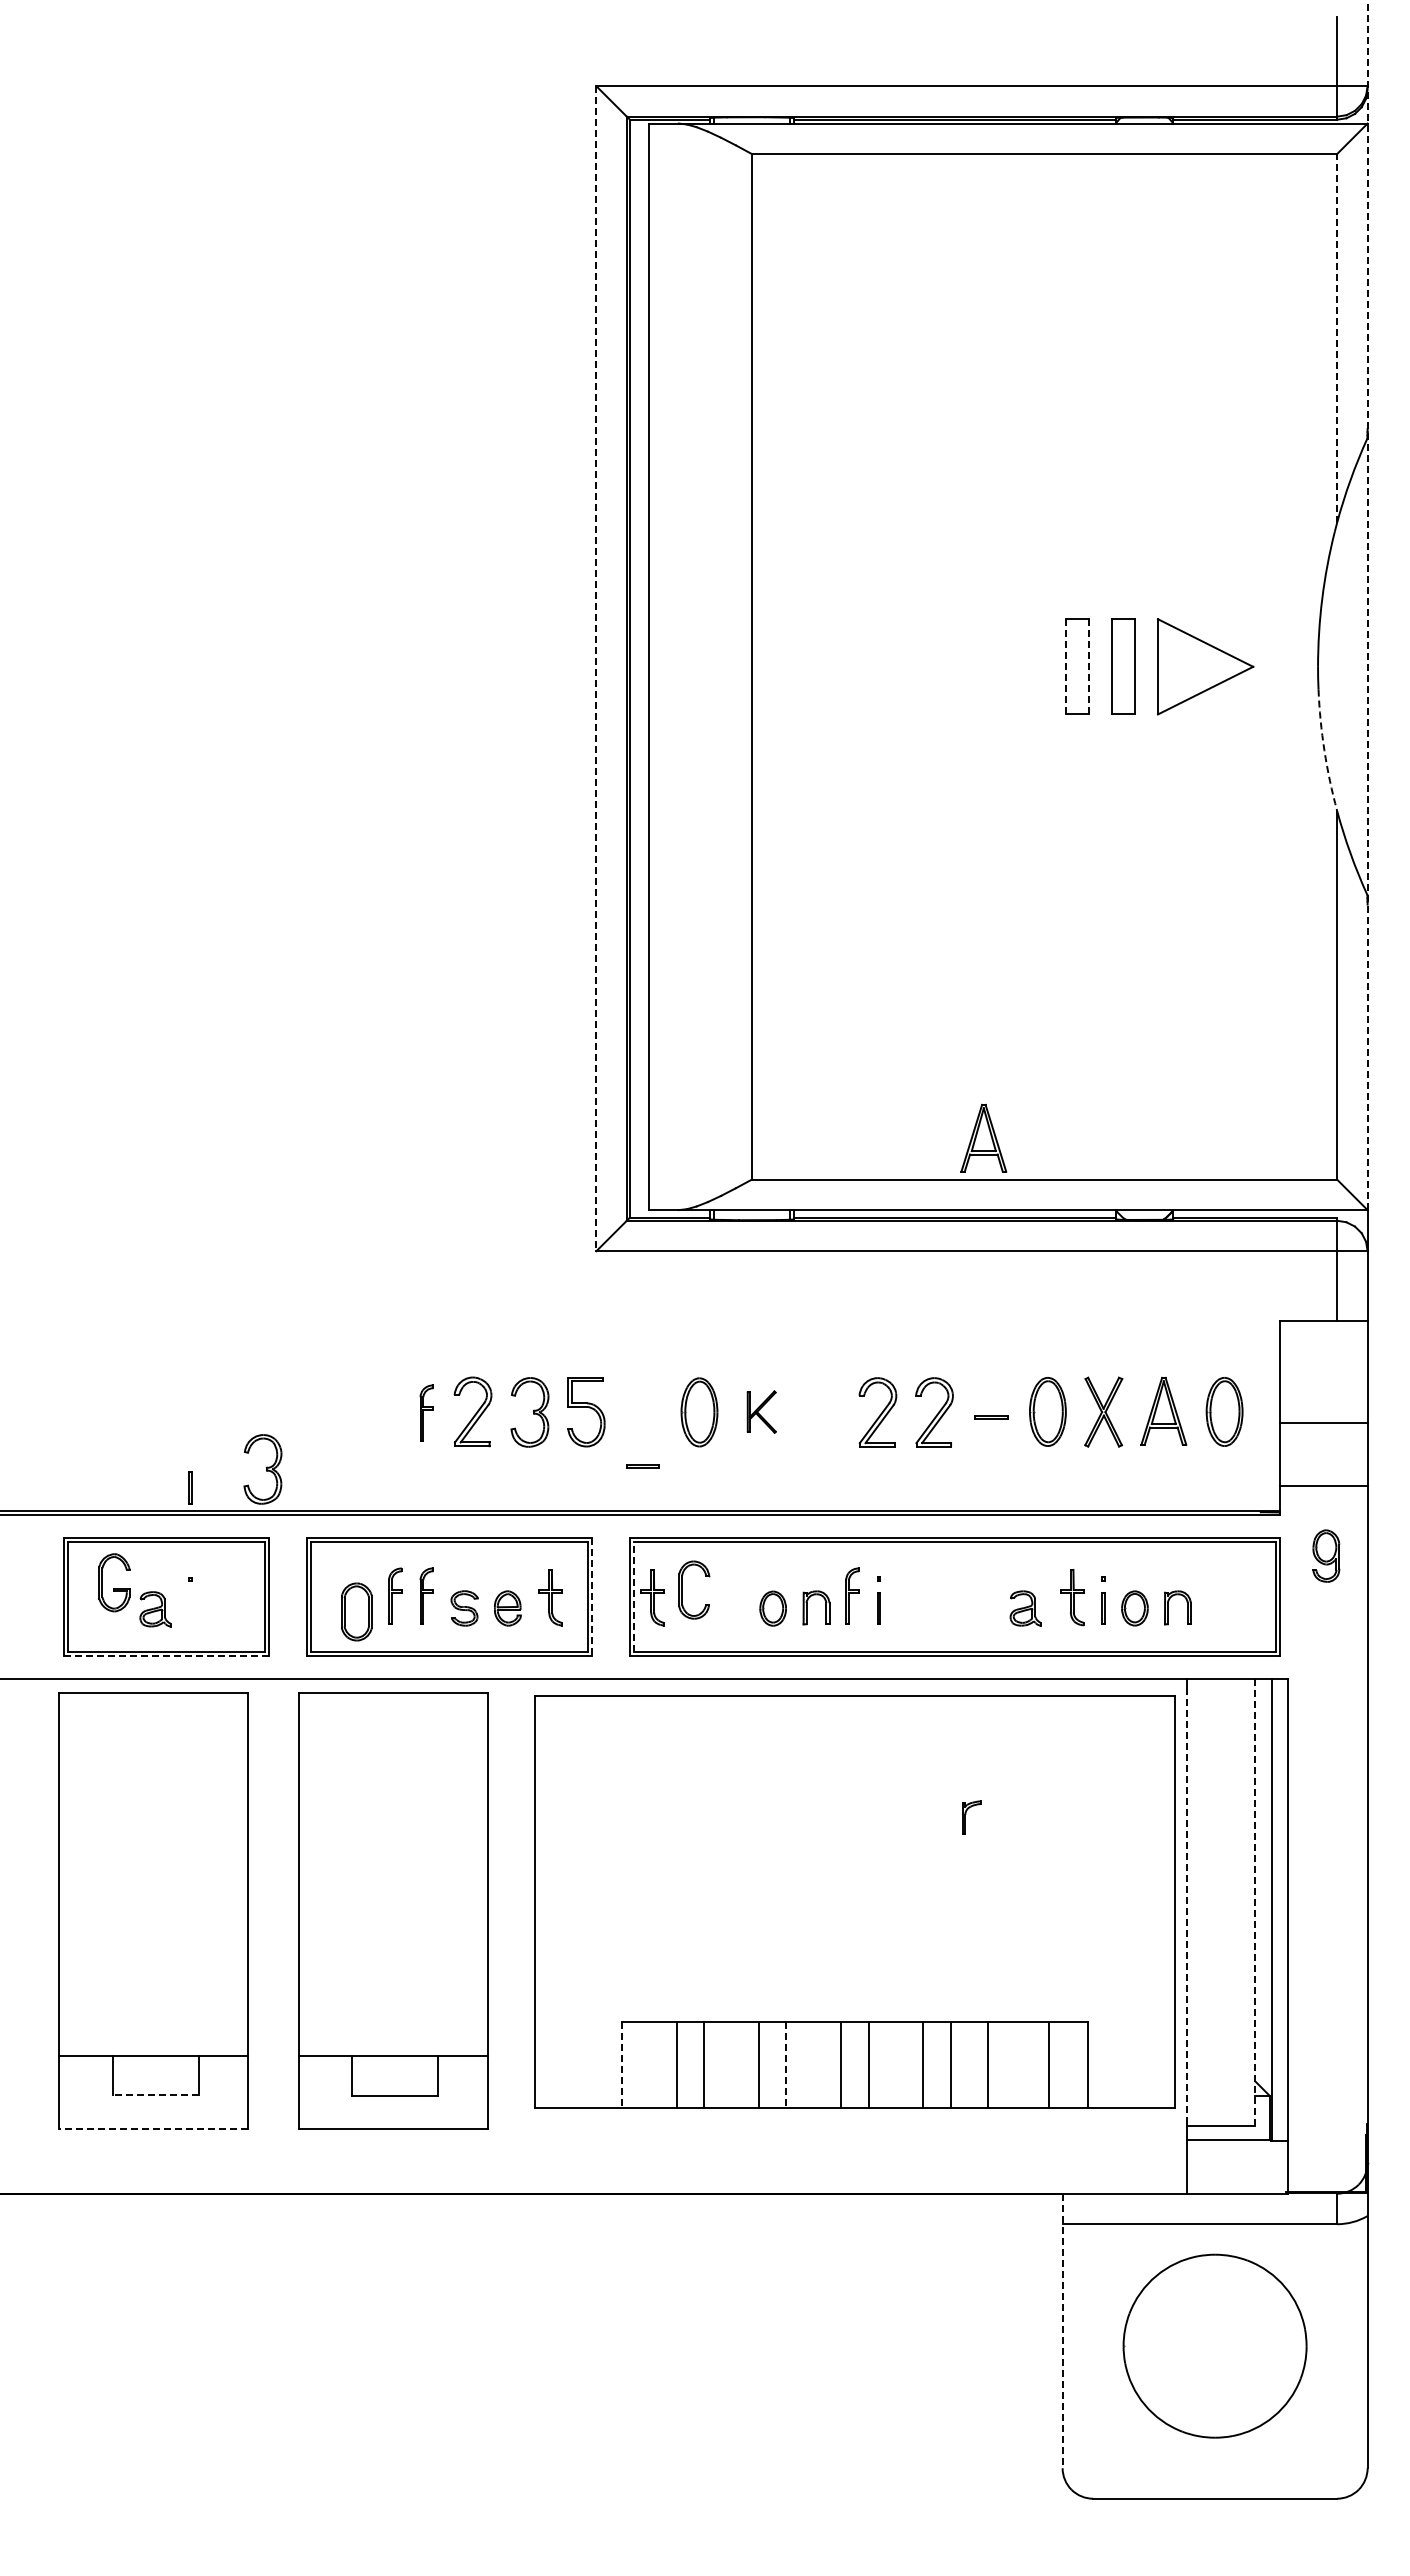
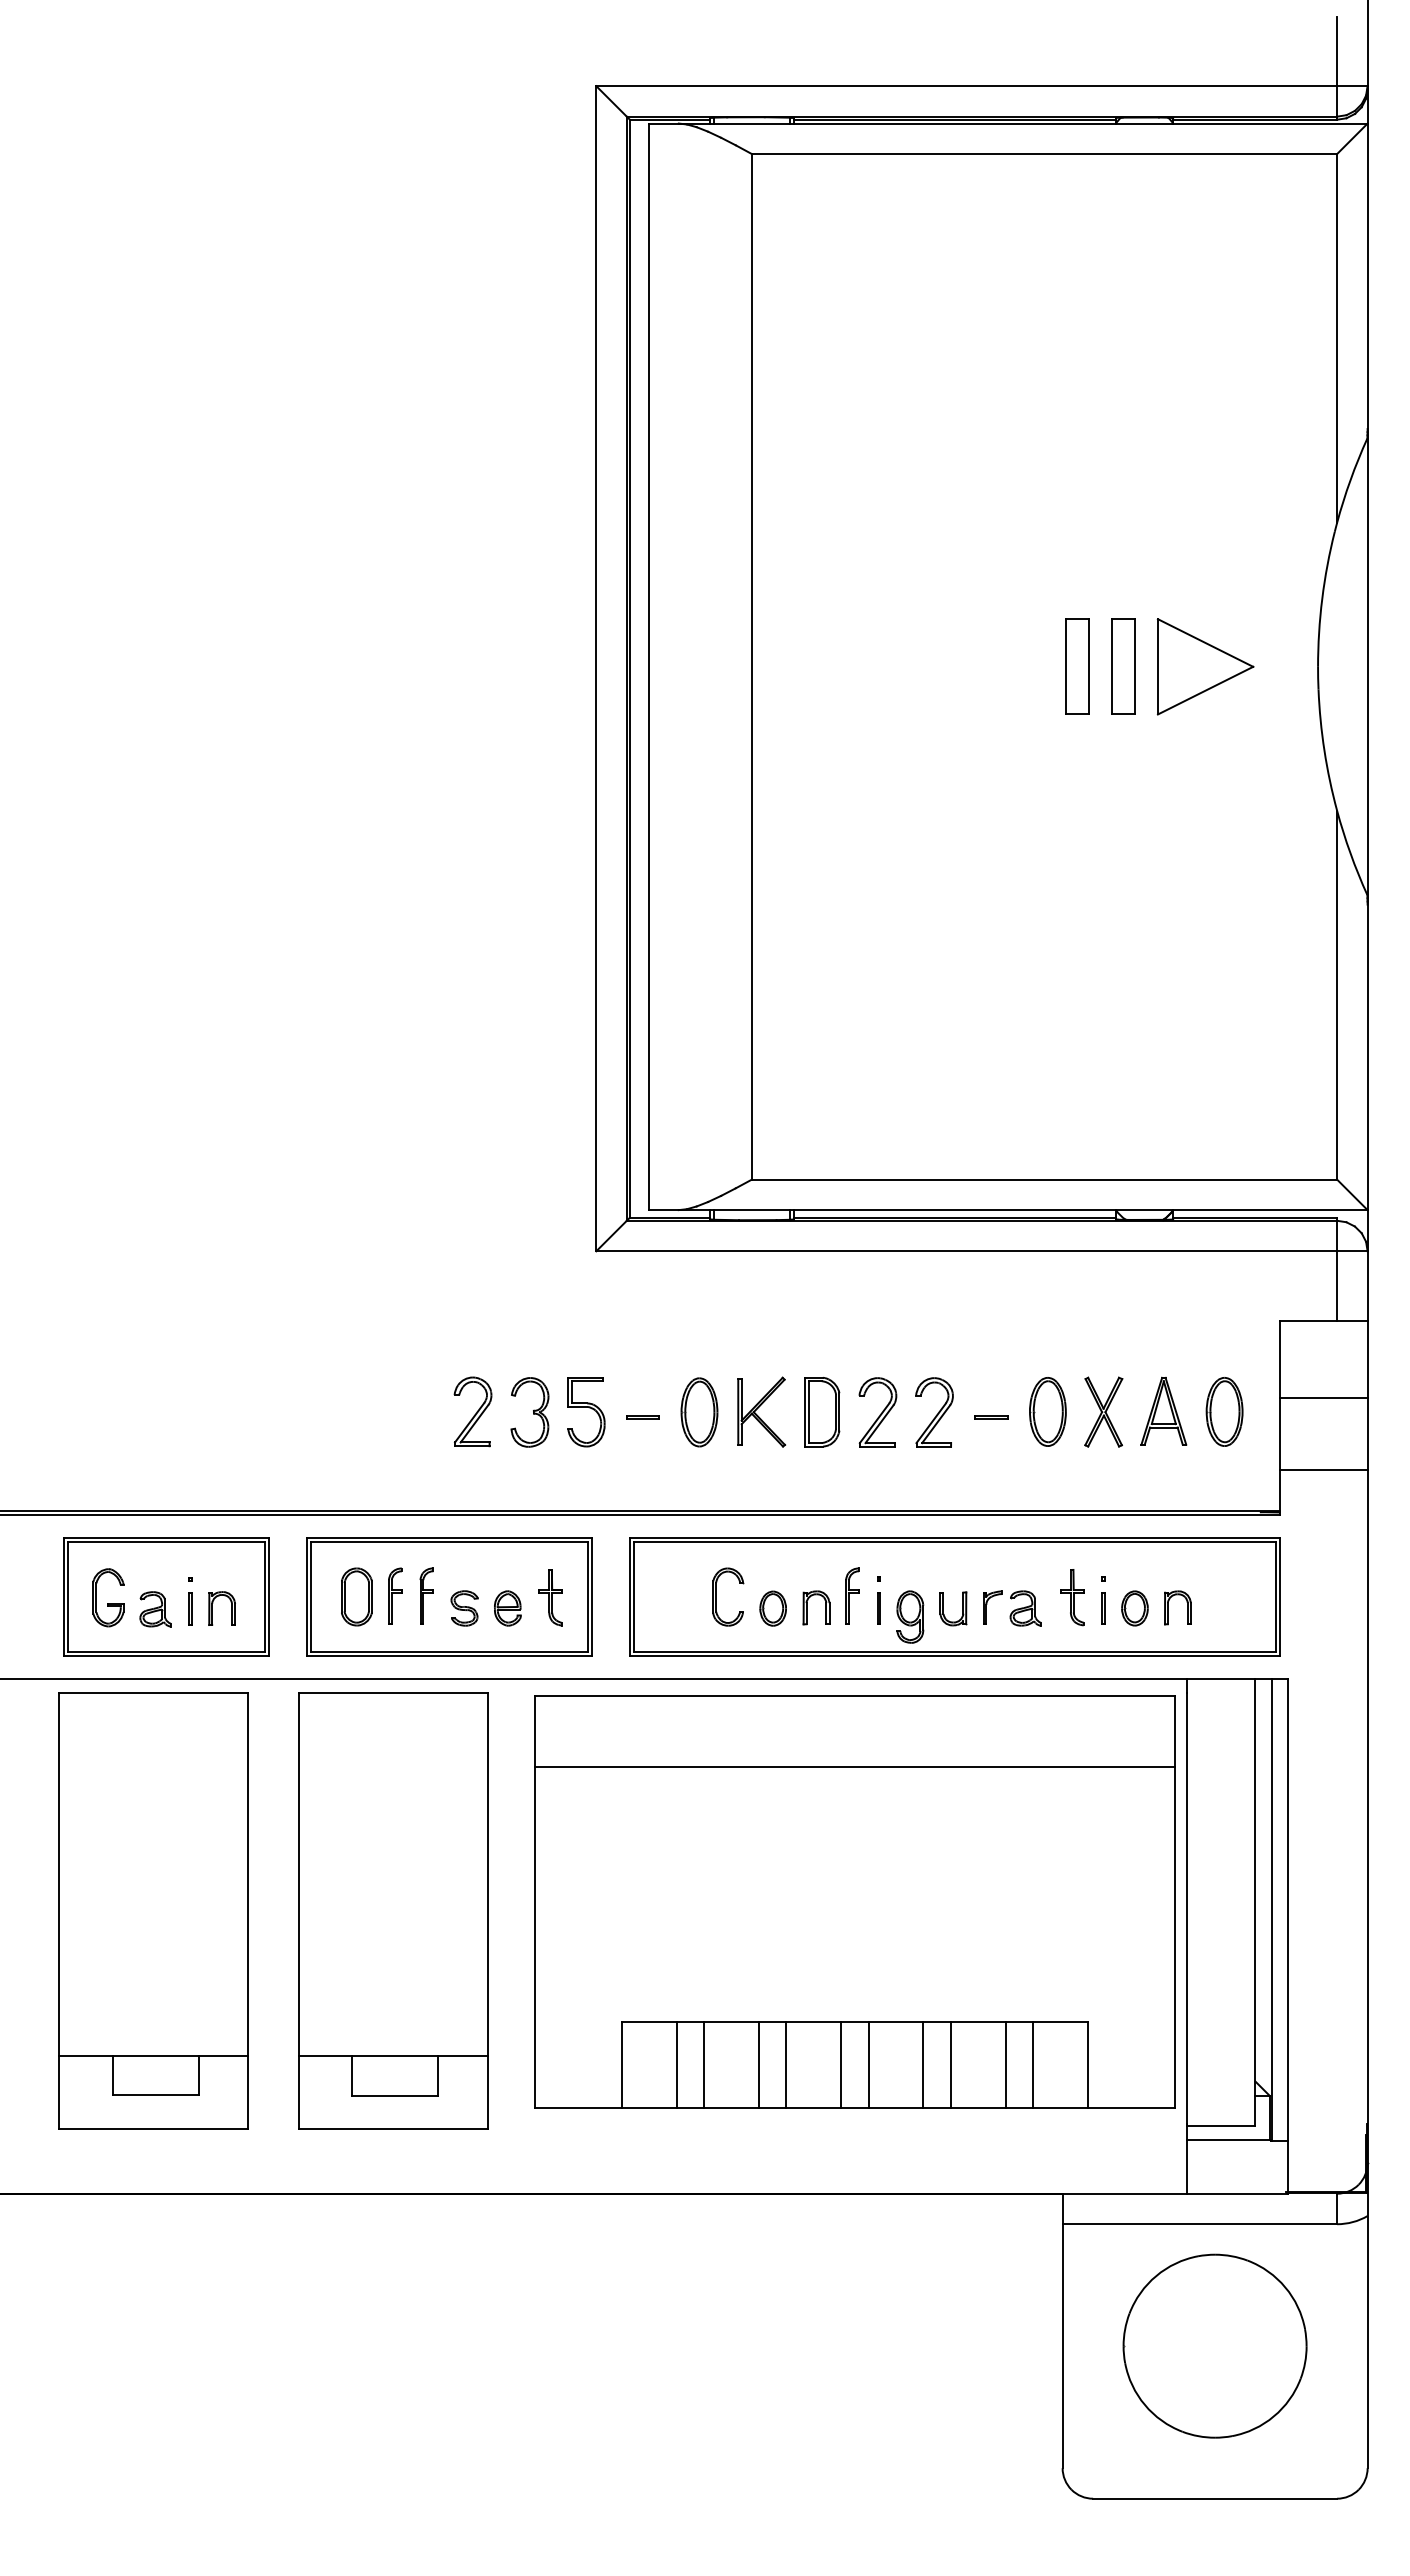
line at (1337, 338): dashed -> solid
line at (1367, 605): dashed -> solid
line at (1066, 666): dashed -> solid
line at (1089, 666): dashed -> solid
line at (596, 668): dashed -> solid
arc at (1324, 750): dashed -> solid
part at (983, 1137): present -> none
part at (761, 1411) size: 31x44 px -> 50x72 px
part at (426, 1412): present -> none
part at (822, 1412): none -> present
line at (1323, 1423) position: (1323, 1423) -> (1323, 1398)
line at (642, 1465) position: (642, 1465) -> (642, 1416)
part at (262, 1469): present -> none
line at (1323, 1486) position: (1323, 1486) -> (1323, 1470)
line at (189, 1487) position: (189, 1487) -> (189, 1608)
part at (1326, 1555) position: (1326, 1555) -> (910, 1616)
part at (114, 1582) position: (114, 1582) -> (108, 1597)
part at (682, 1589) position: (682, 1589) -> (716, 1596)
line at (634, 1596): dashed -> solid
line at (592, 1597): dashed -> solid
part at (652, 1597): present -> none
part at (212, 1608): none -> present
part at (962, 1608): none -> present
part at (356, 1611) position: (356, 1611) -> (356, 1596)
line at (166, 1656): dashed -> solid
line at (854, 1766): none -> present
part at (971, 1817) position: (971, 1817) -> (992, 1607)
line at (1255, 1901): dashed -> solid
line at (1187, 1908): dashed -> solid
line at (621, 2064): dashed -> solid
line at (786, 2064): dashed -> solid
line at (987, 2064) position: (987, 2064) -> (1005, 2064)
line at (1048, 2064) position: (1048, 2064) -> (1032, 2064)
line at (155, 2095): dashed -> solid
line at (153, 2128): dashed -> solid
line at (1062, 2331): dashed -> solid
